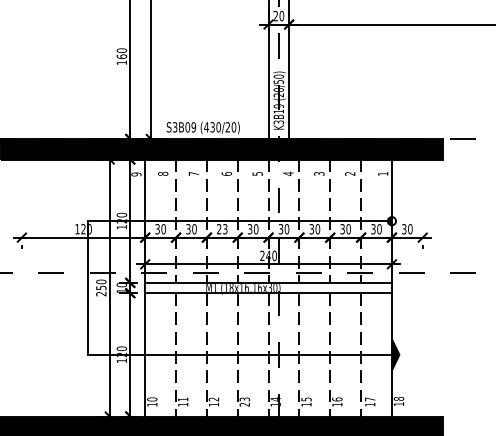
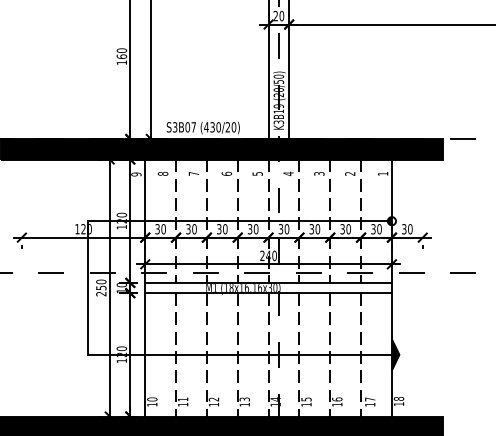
text at (193, 127): S3B09 -> S3B07
text at (222, 229): 23 -> 30
text at (244, 404): 23 -> 13
